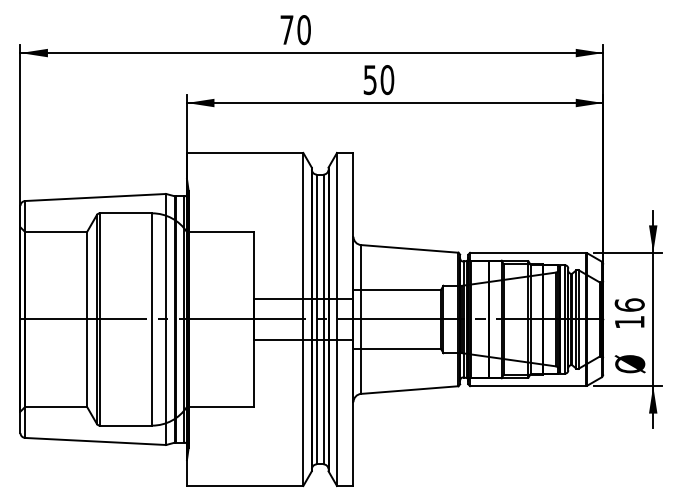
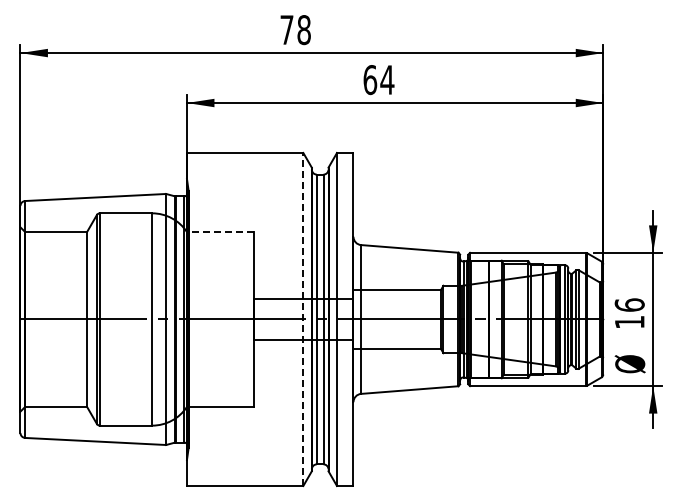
text at (303, 29): 70 -> 78
text at (378, 80): 50 -> 64
line at (219, 232): solid -> dashed
line at (303, 318): solid -> dashed
